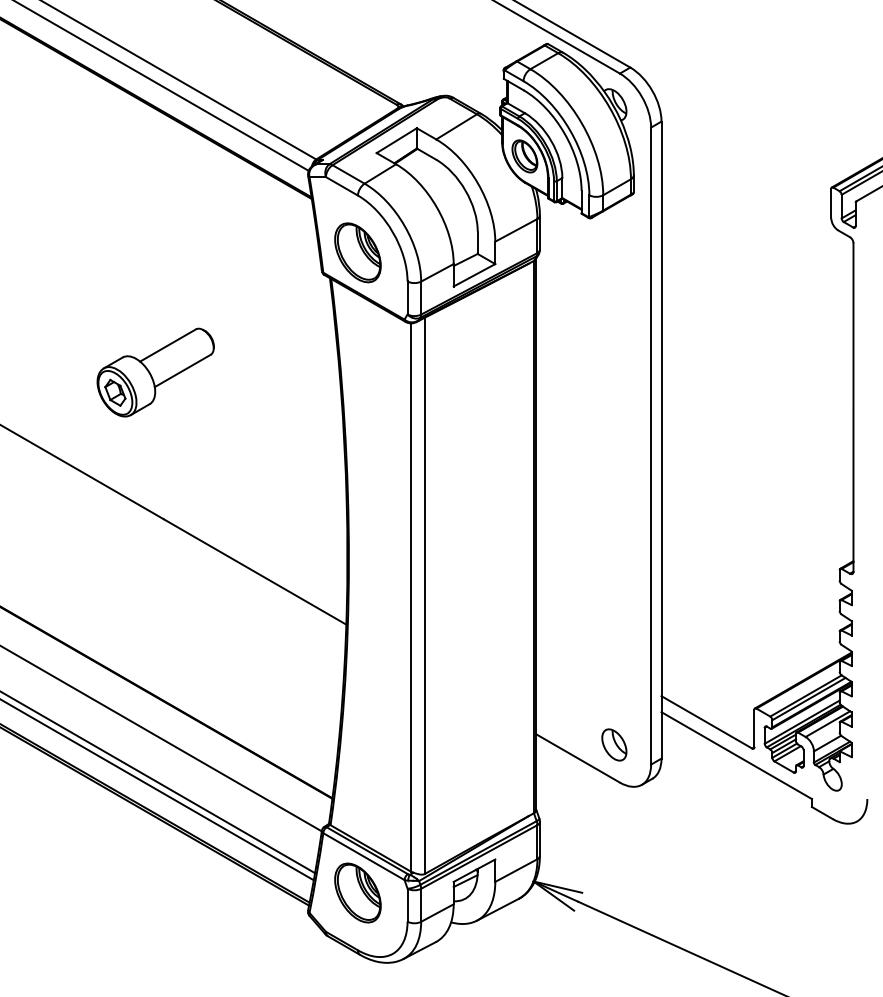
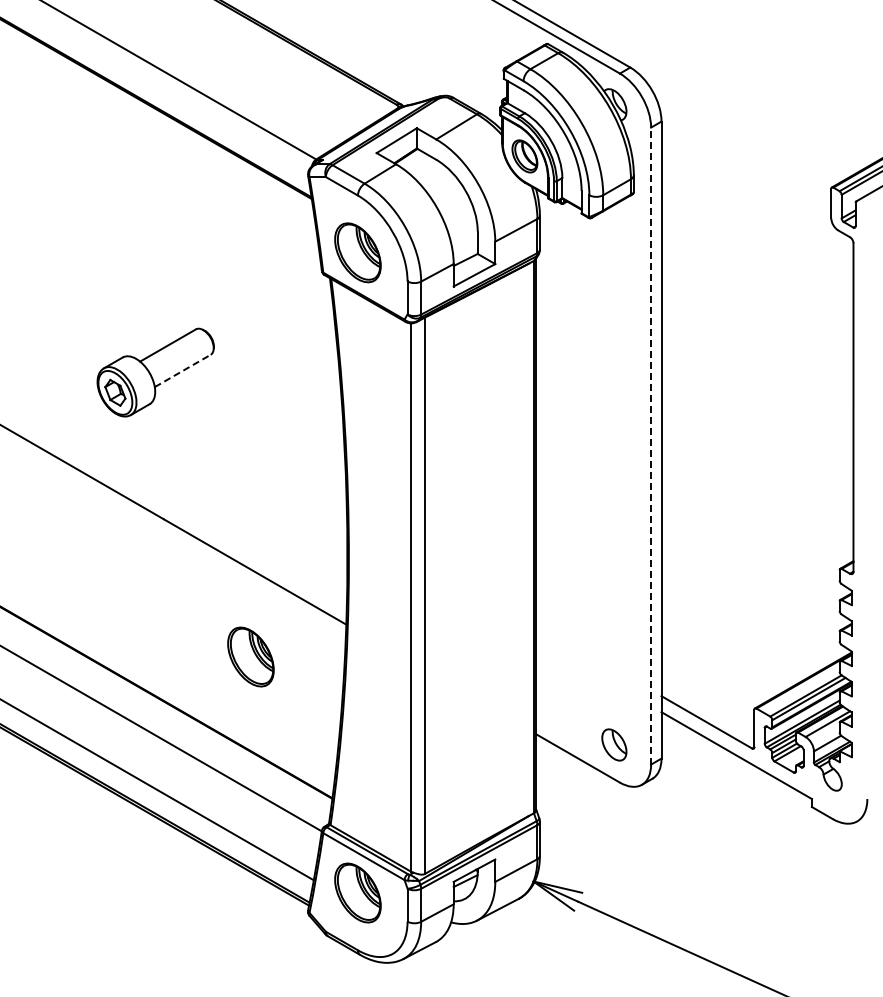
line at (162, 86): present -> none
line at (183, 370): solid -> dashed
line at (651, 446): solid -> dashed
part at (250, 656): none -> present
line at (158, 782): present -> none
